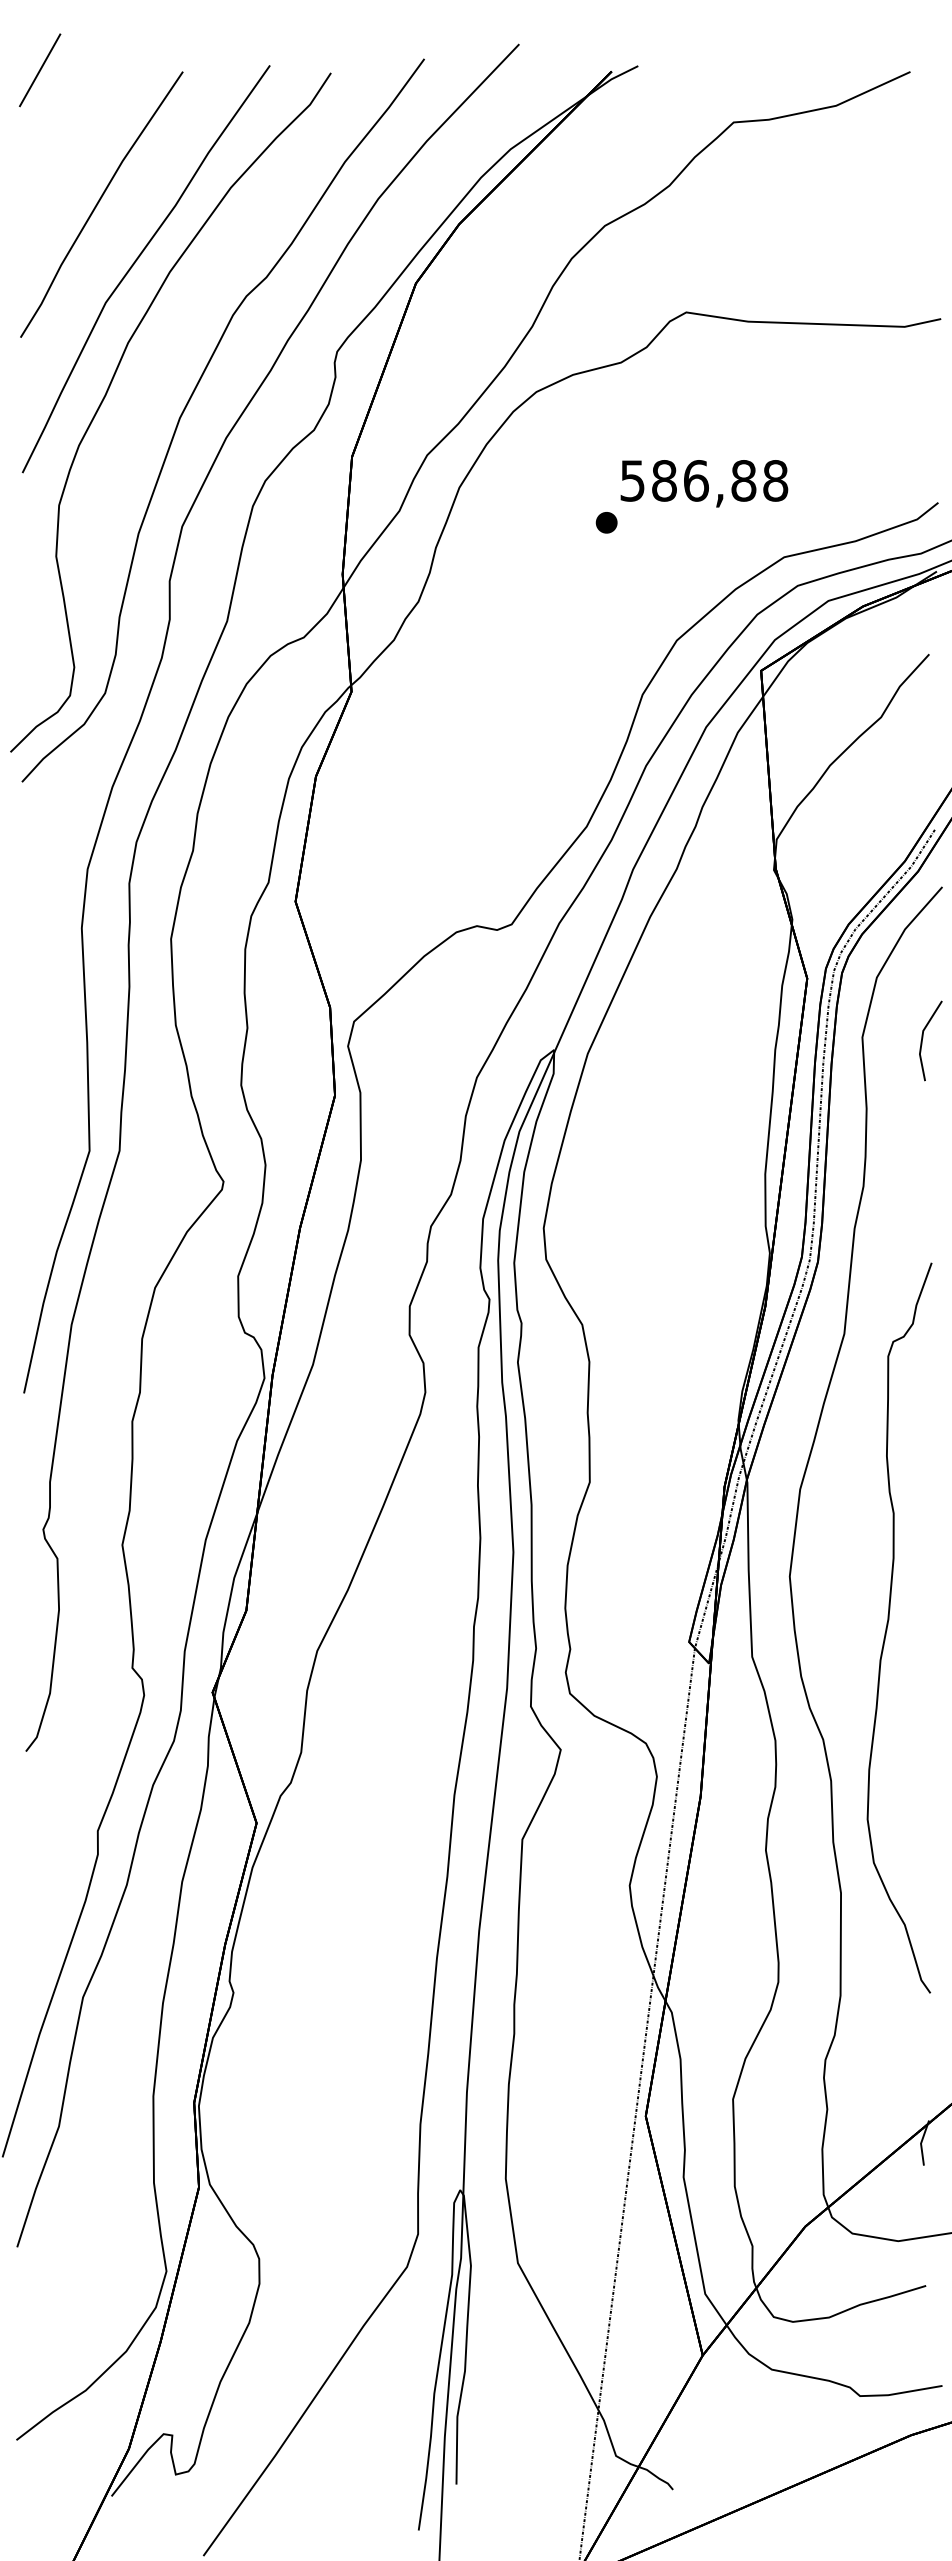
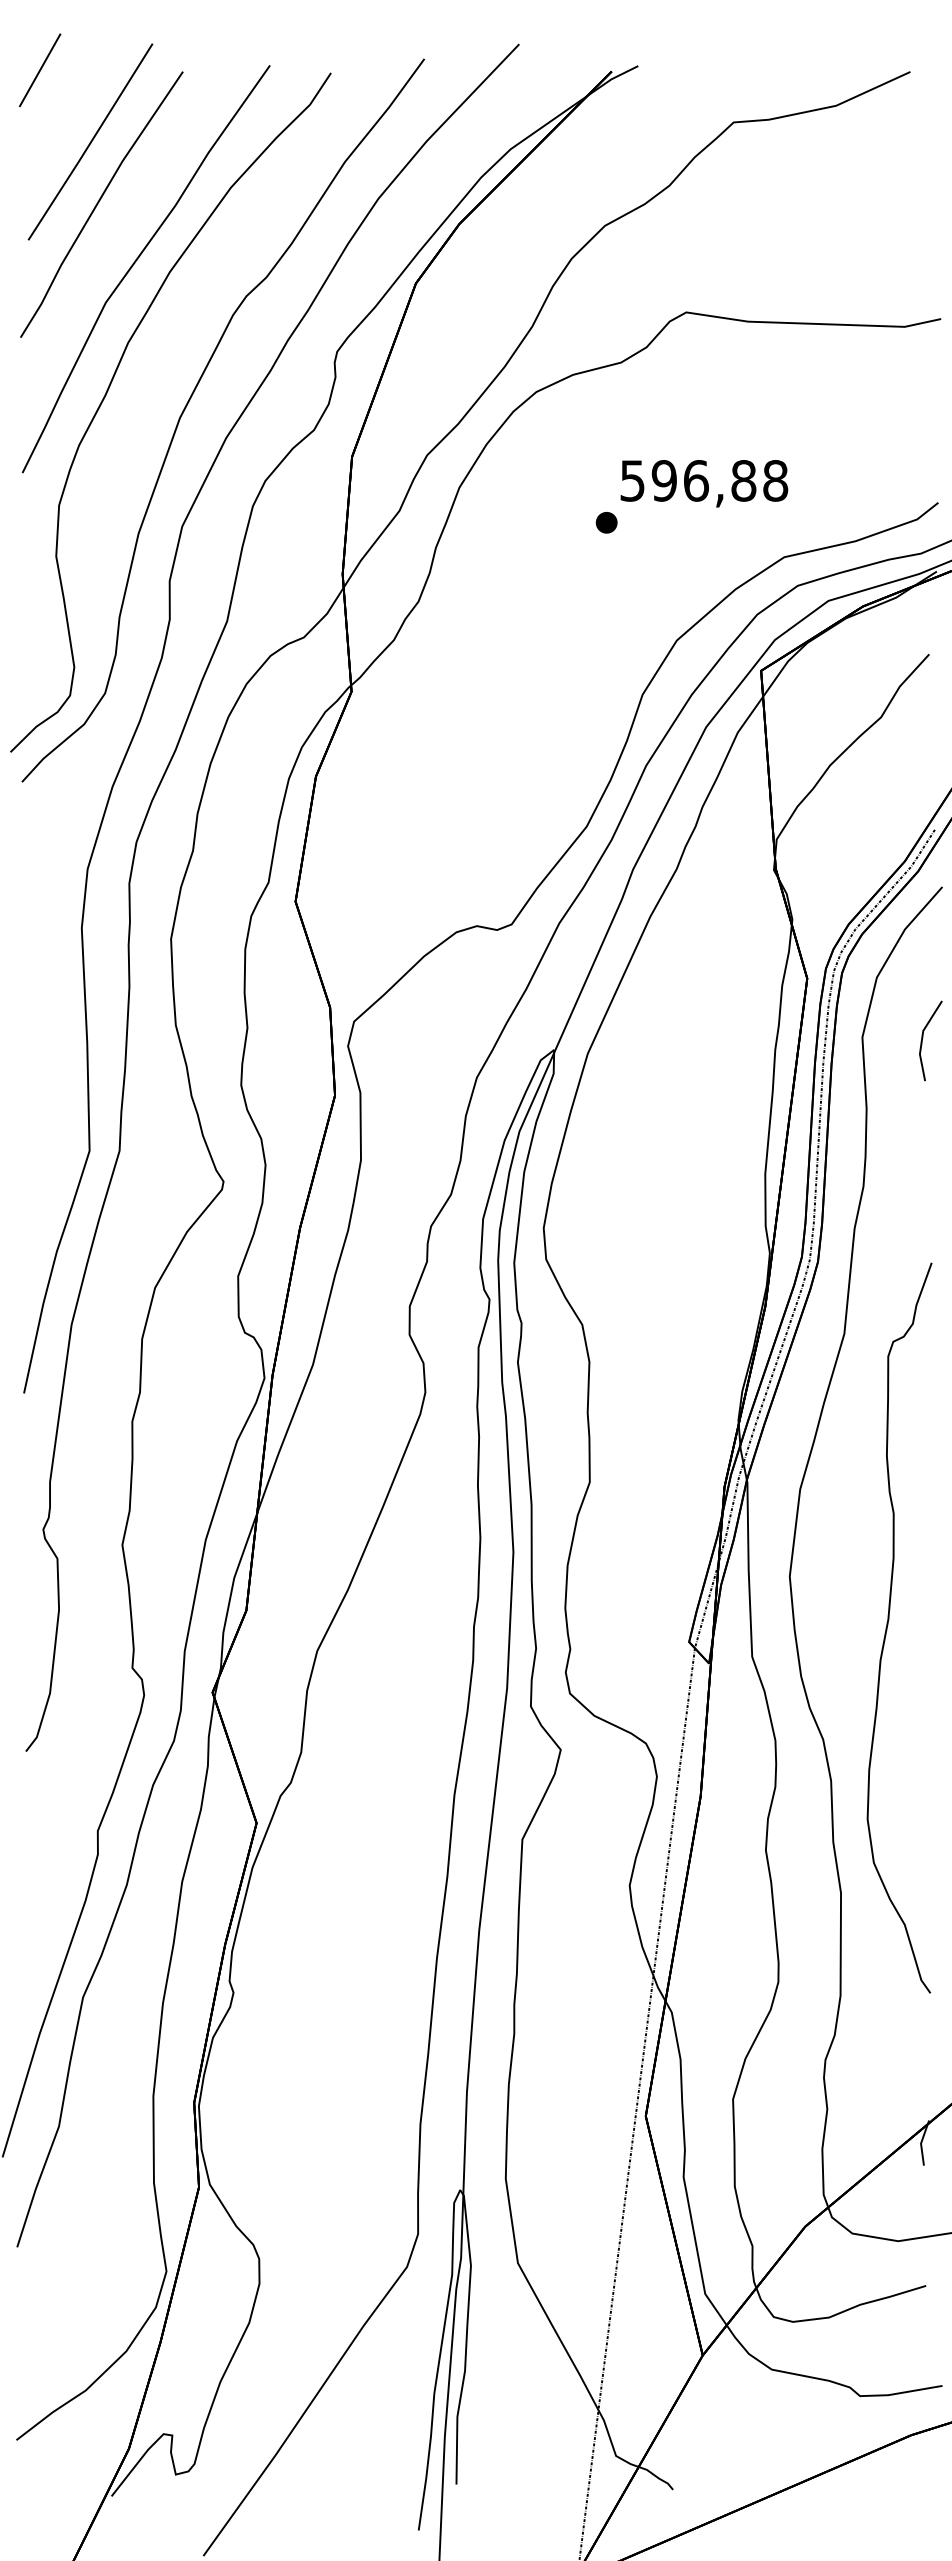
line at (90, 141): none -> present
text at (663, 480): 586,88 -> 596,88
